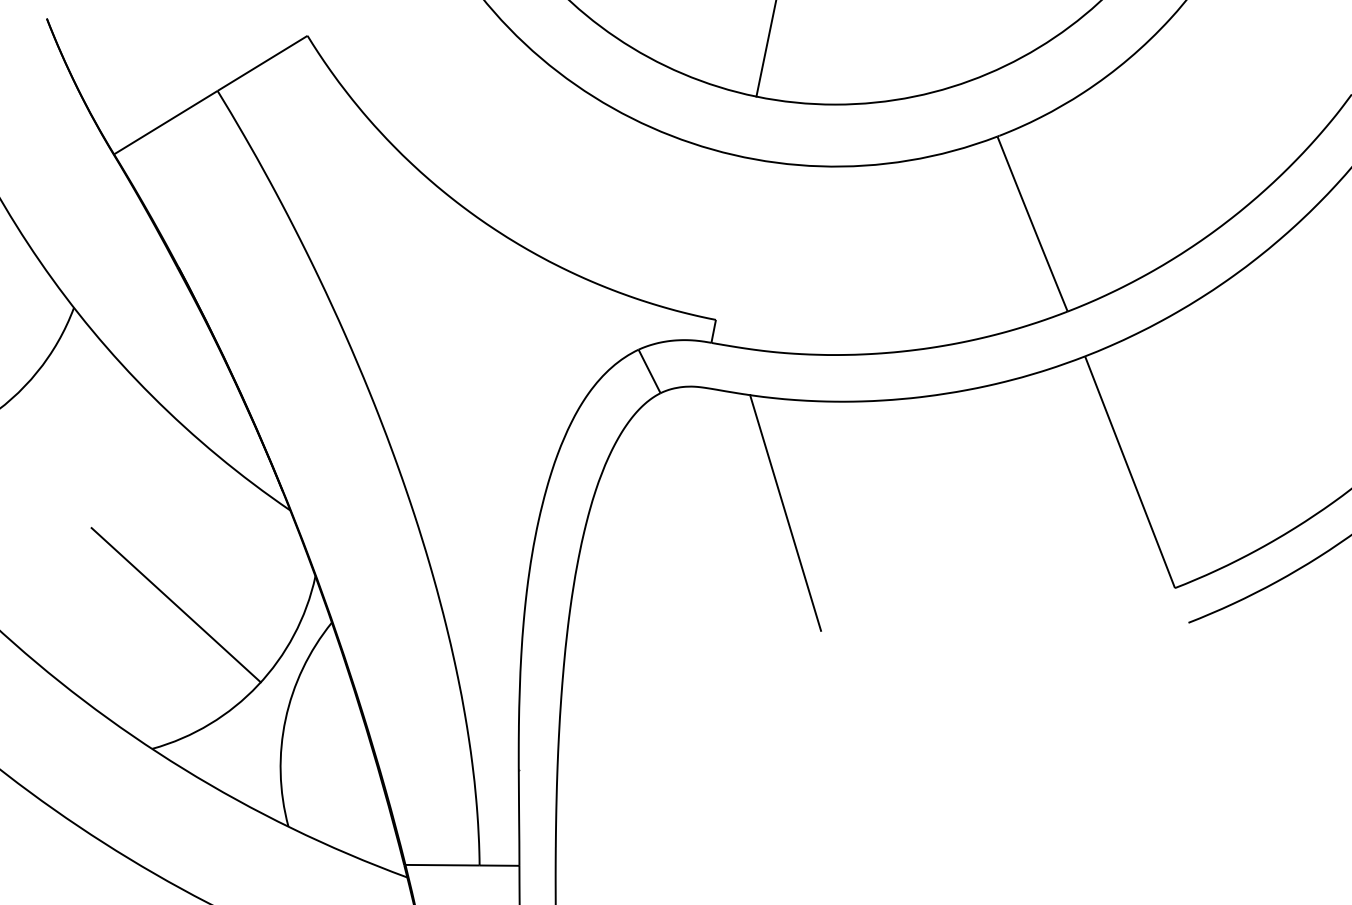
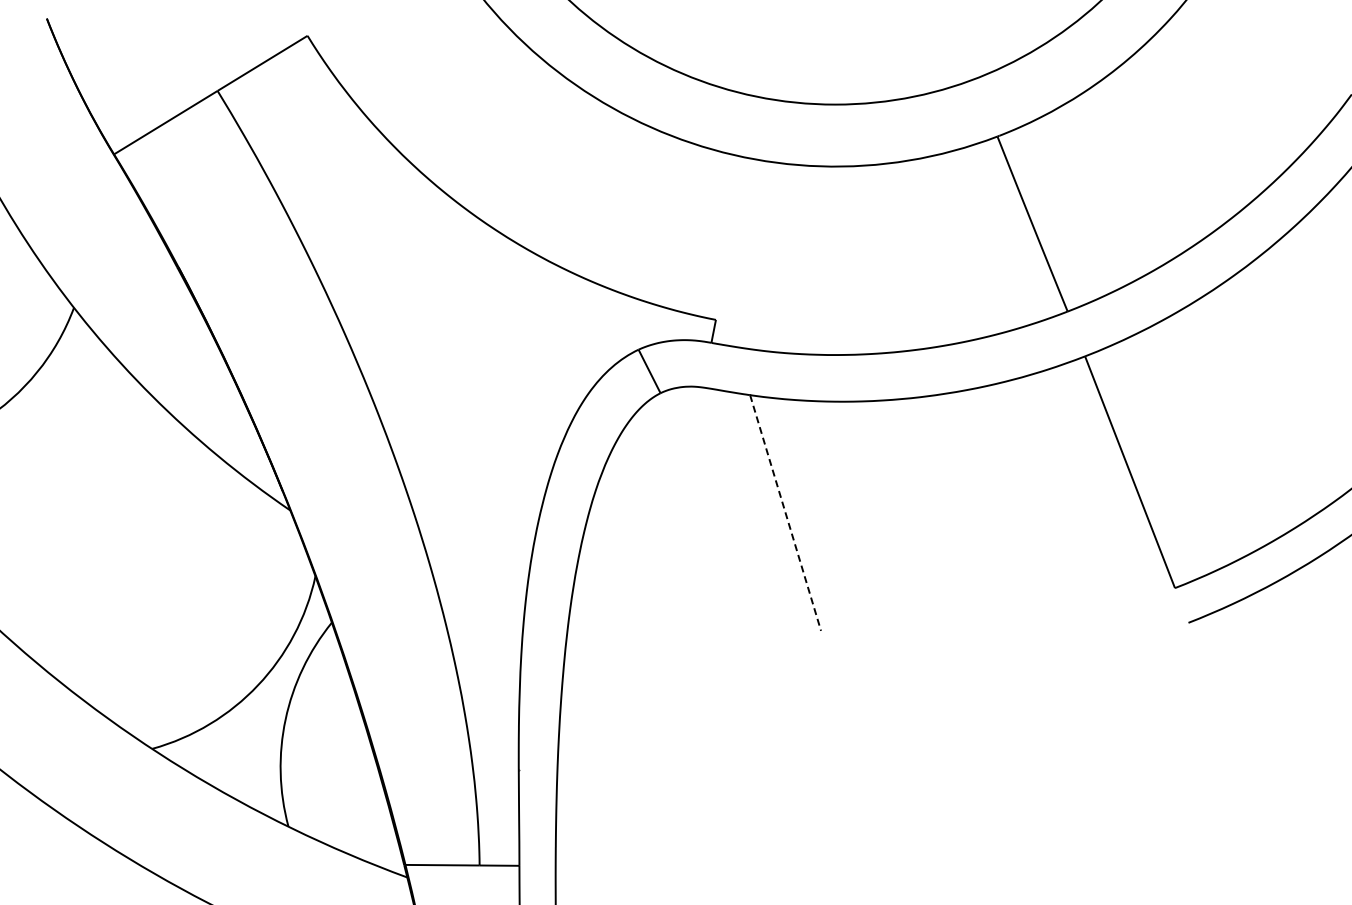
line at (765, 49): present -> none
line at (785, 513): solid -> dashed
line at (175, 605): present -> none
